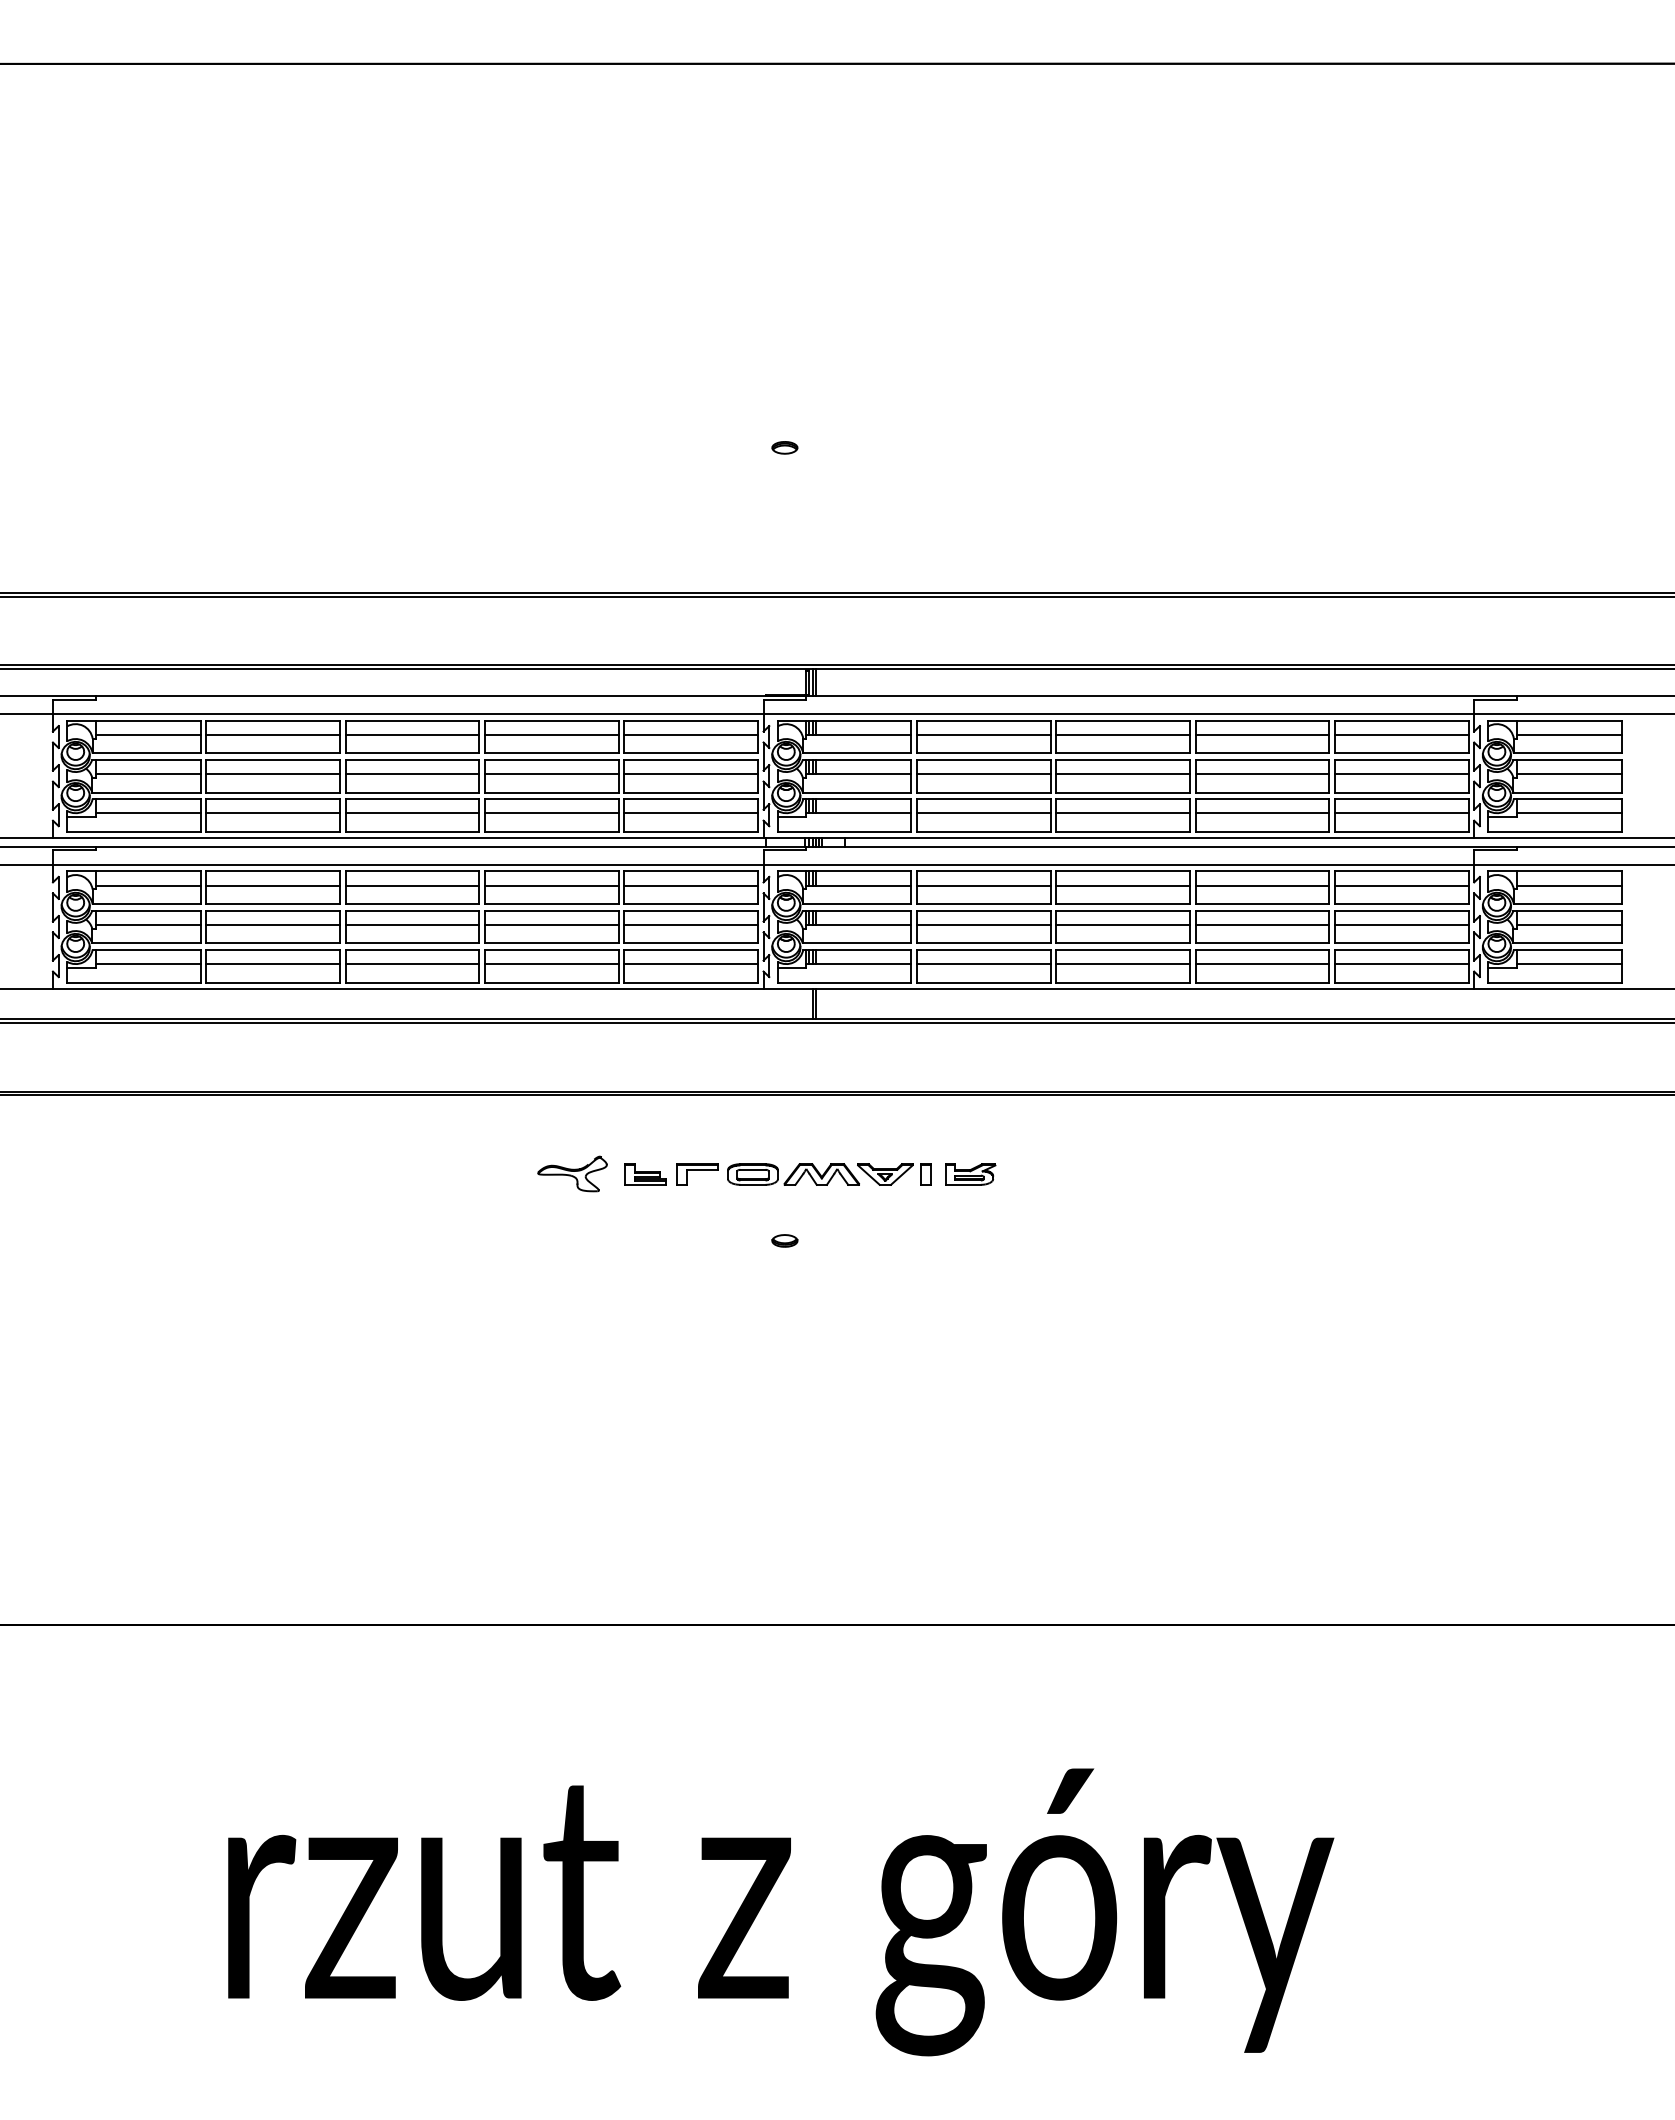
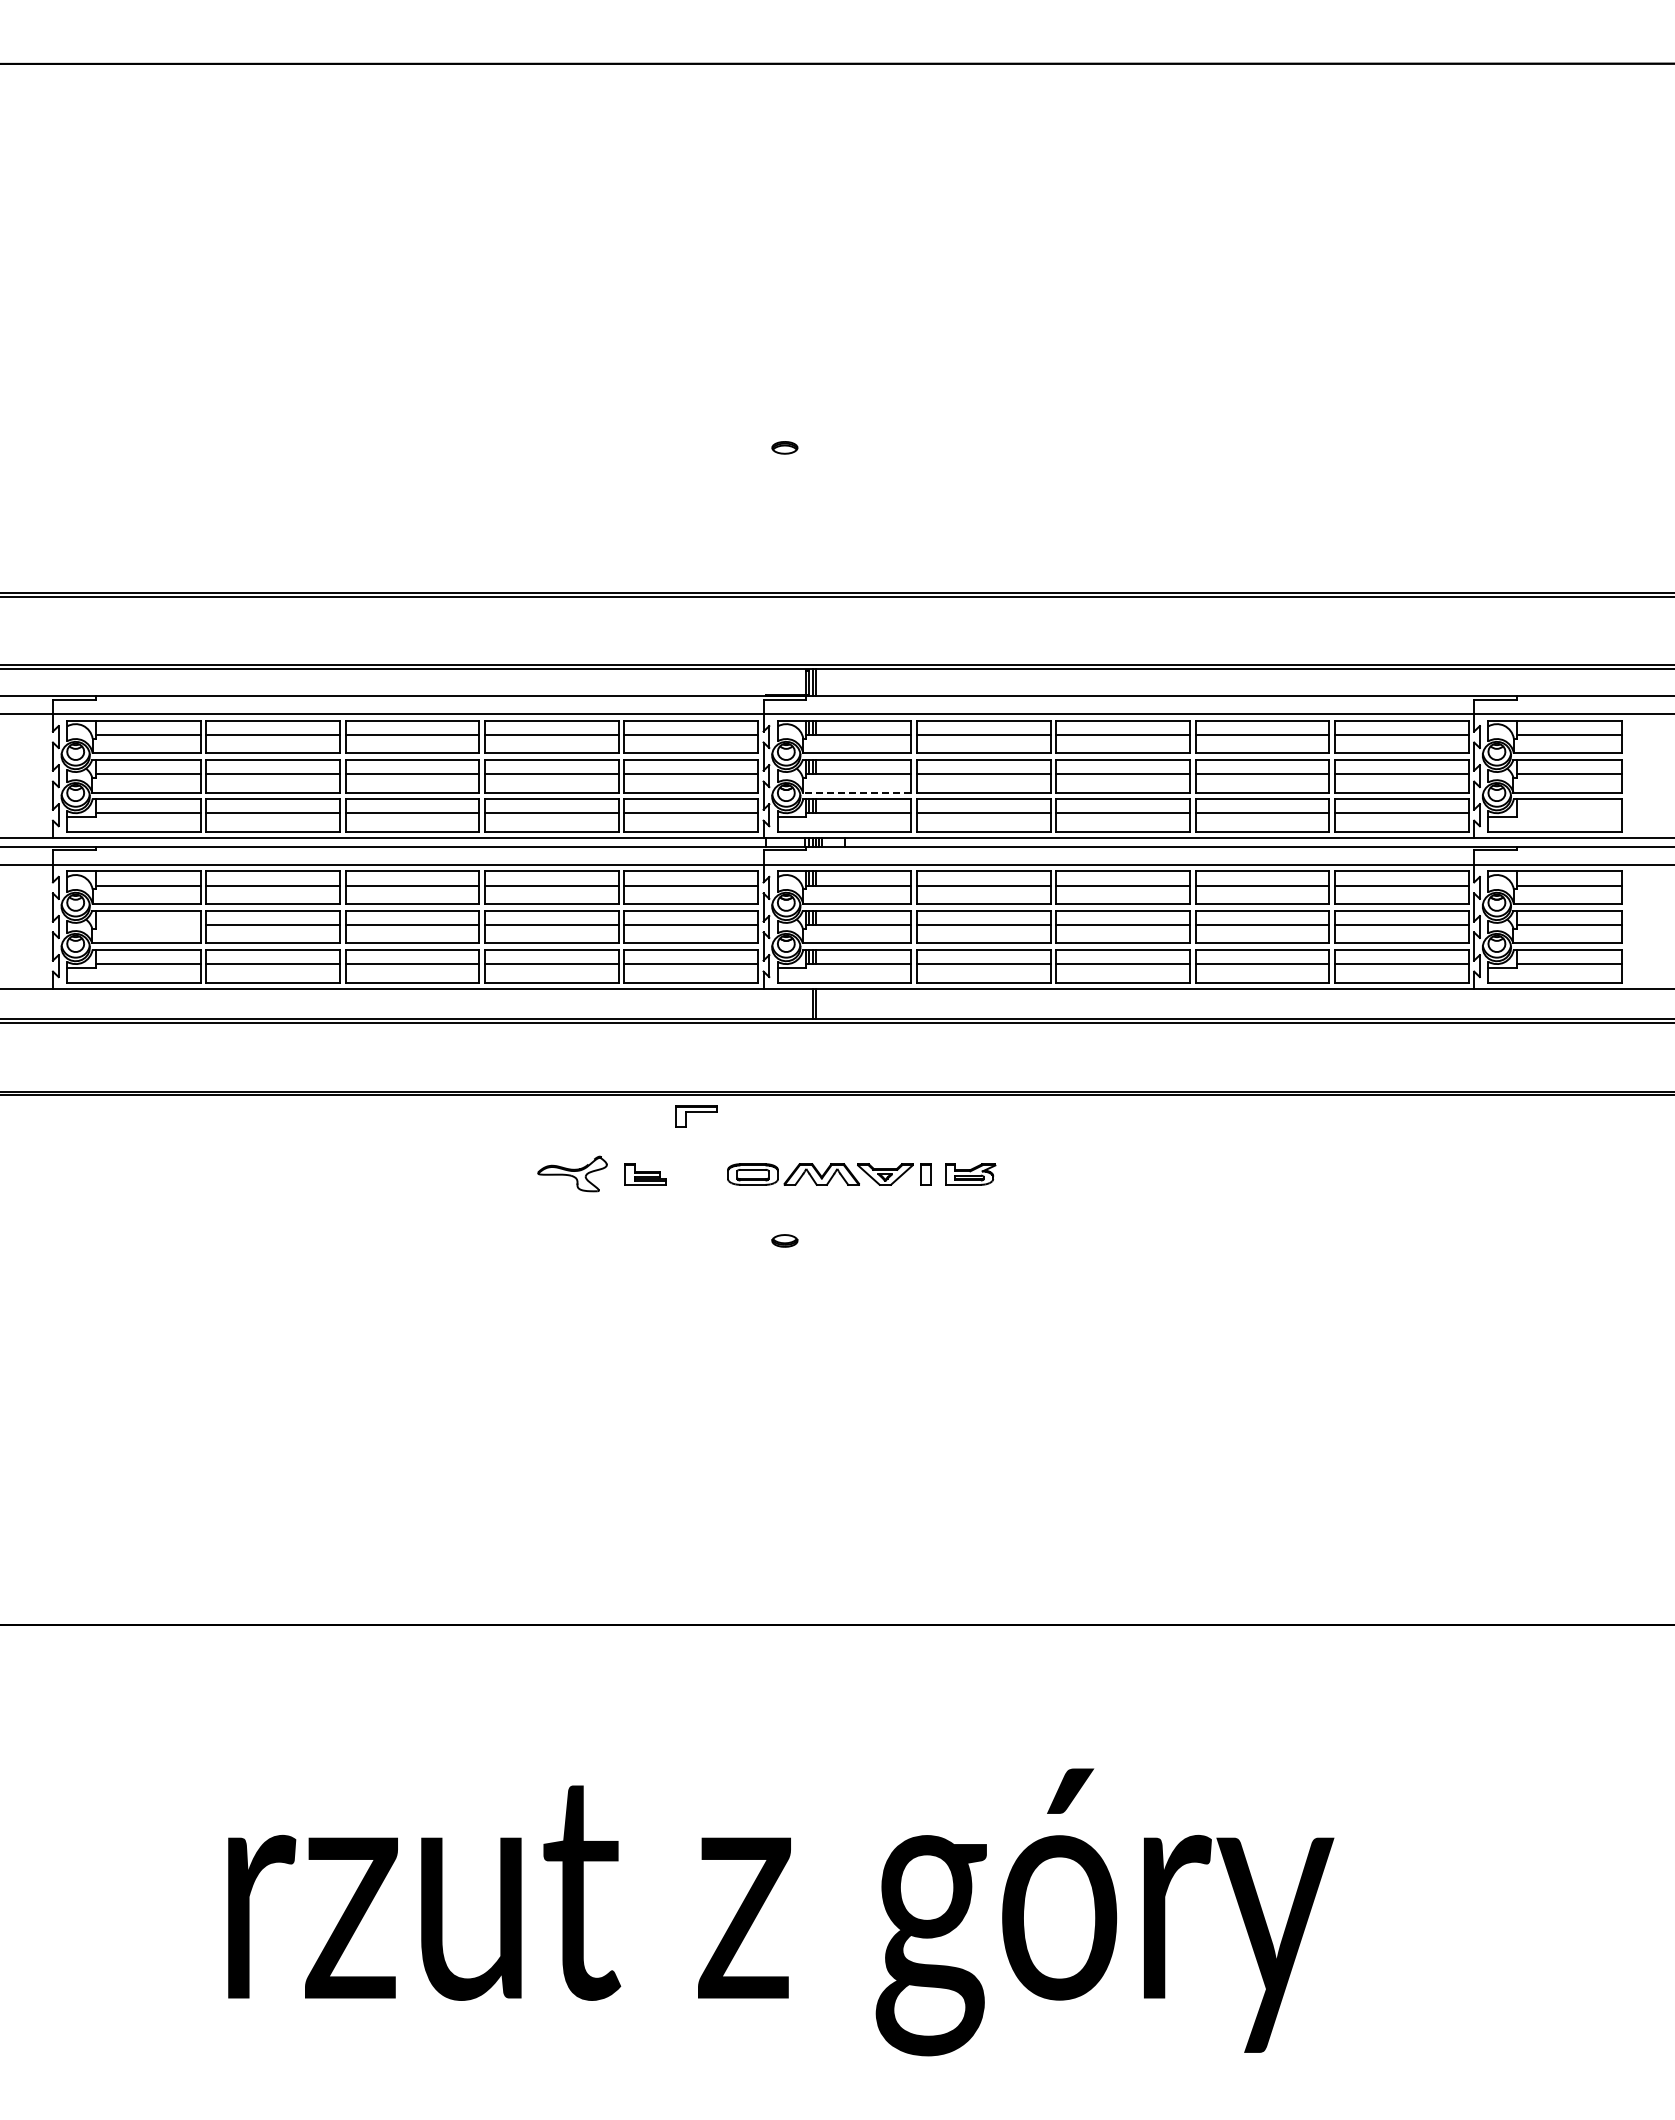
line at (856, 792): solid -> dashed
line at (1569, 813): present -> none
line at (147, 924): present -> none
part at (697, 1174) position: (697, 1174) -> (696, 1116)
